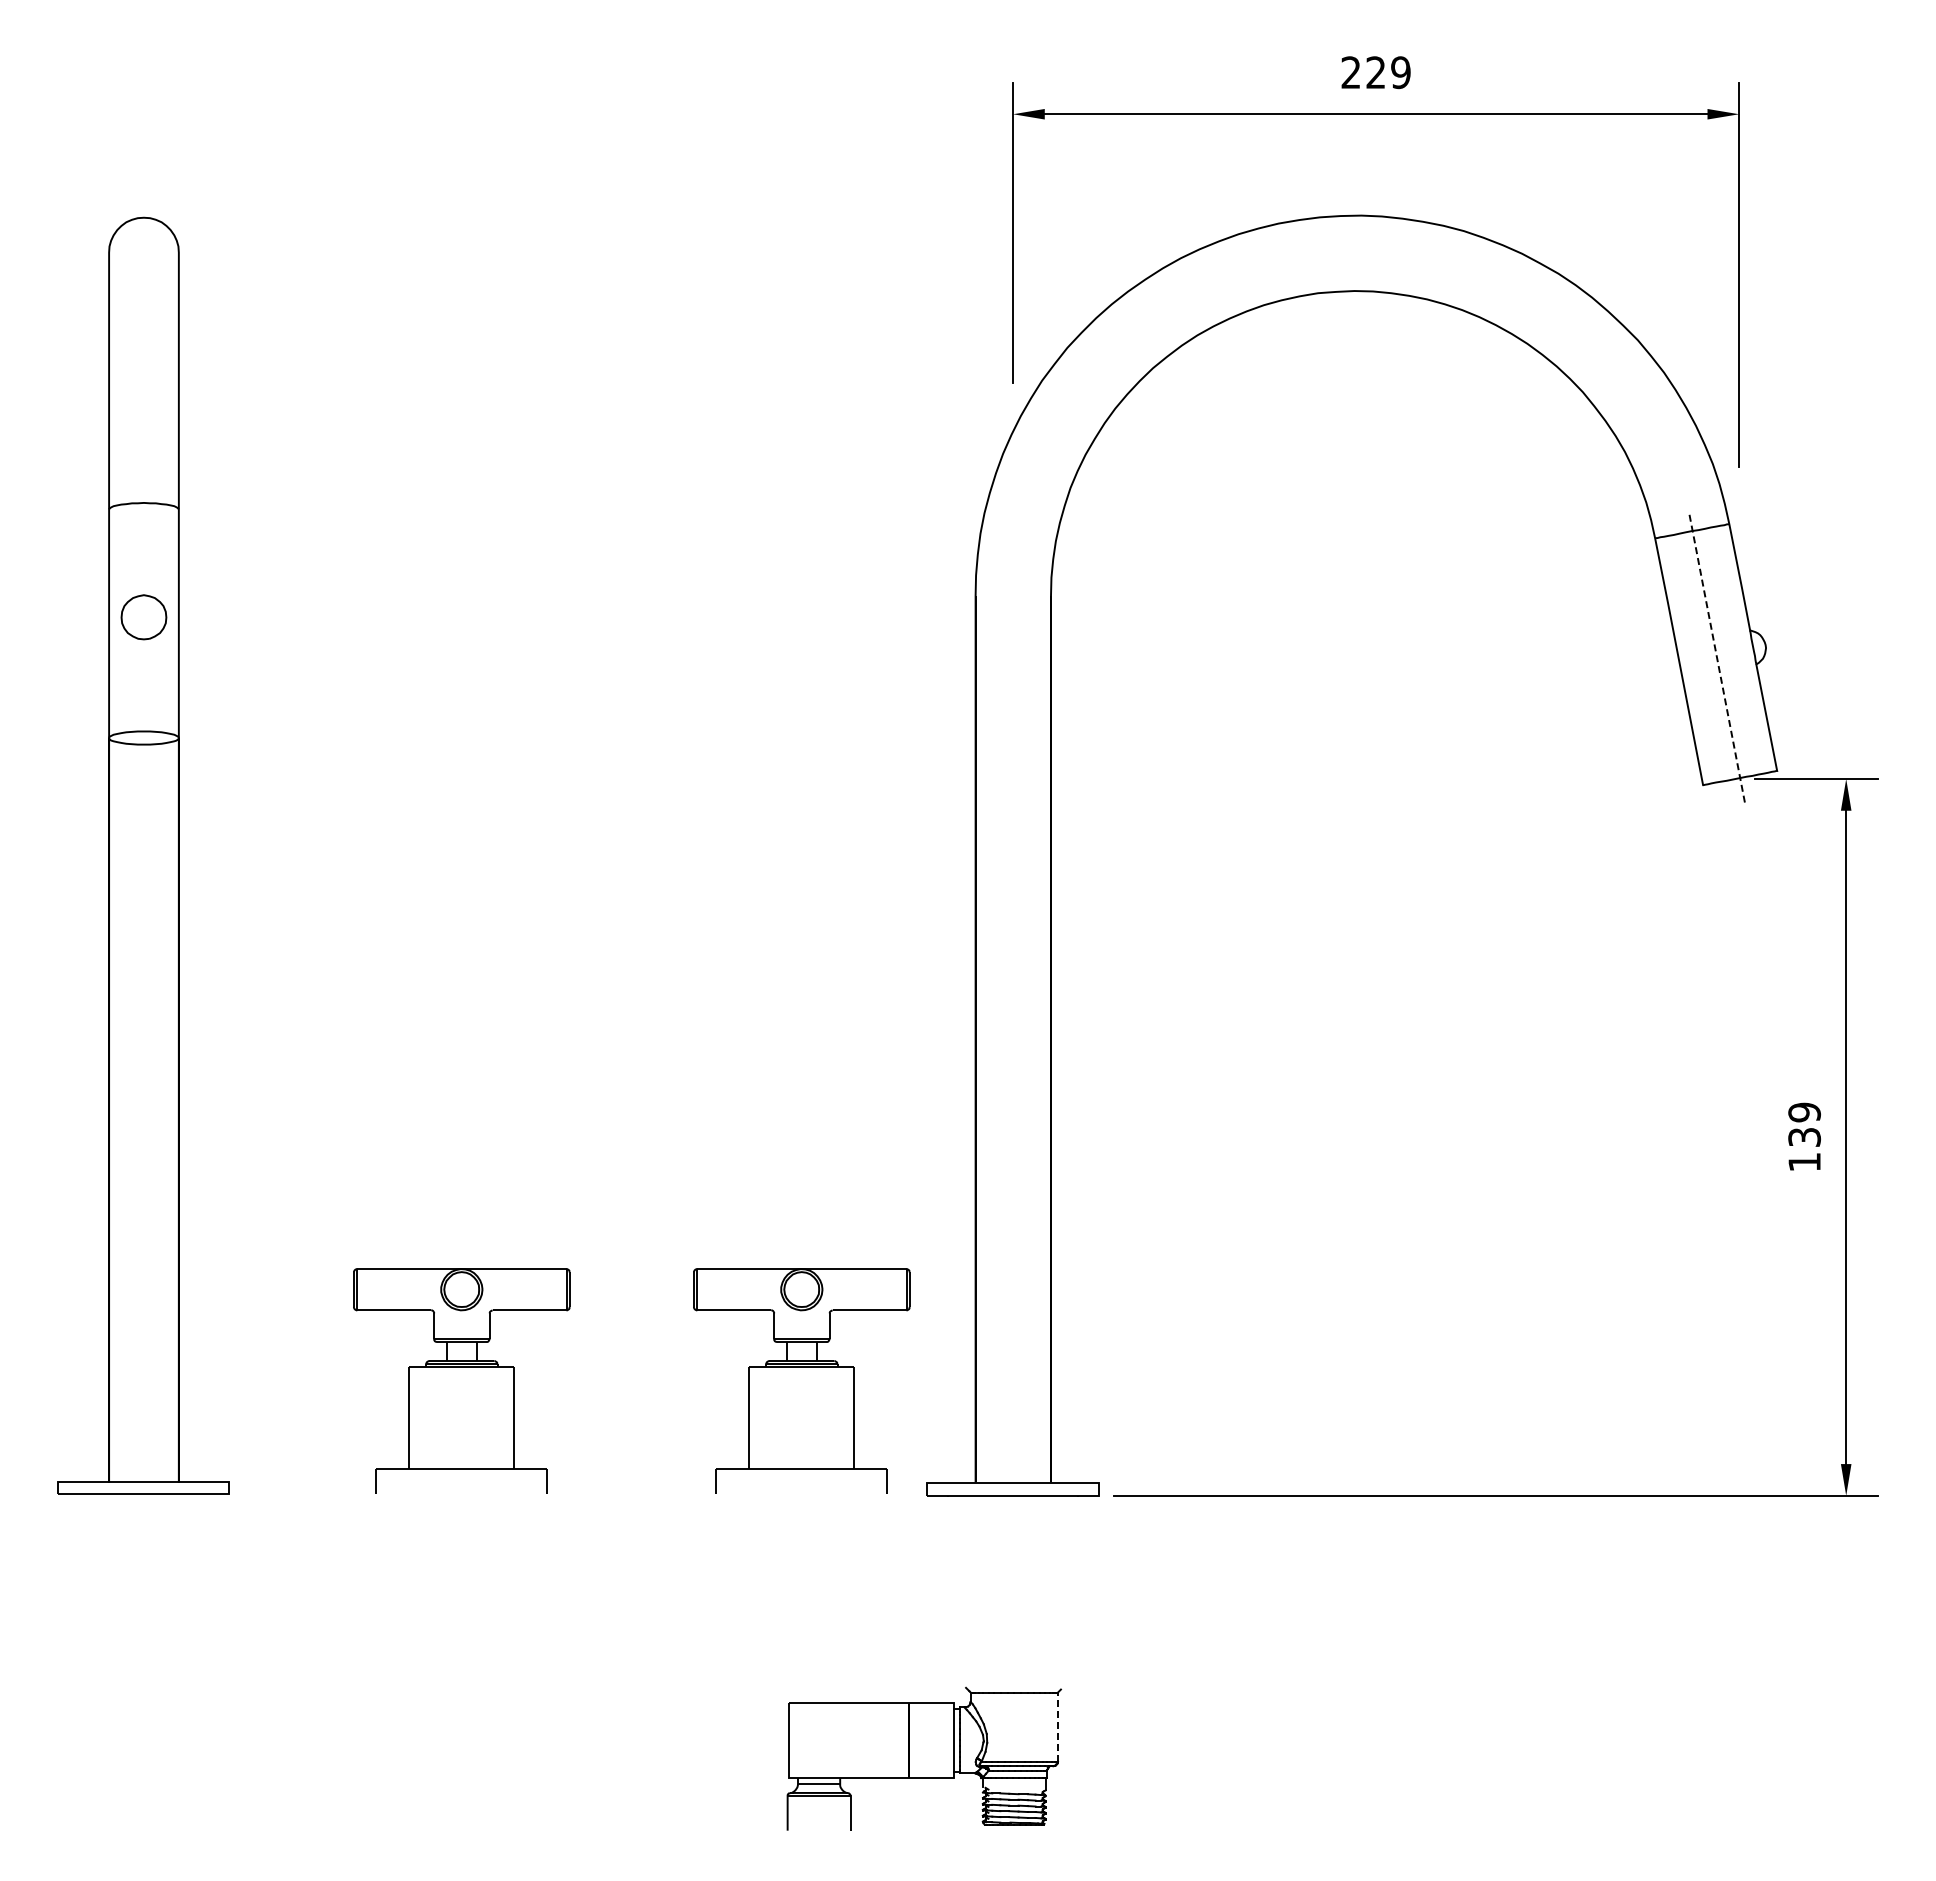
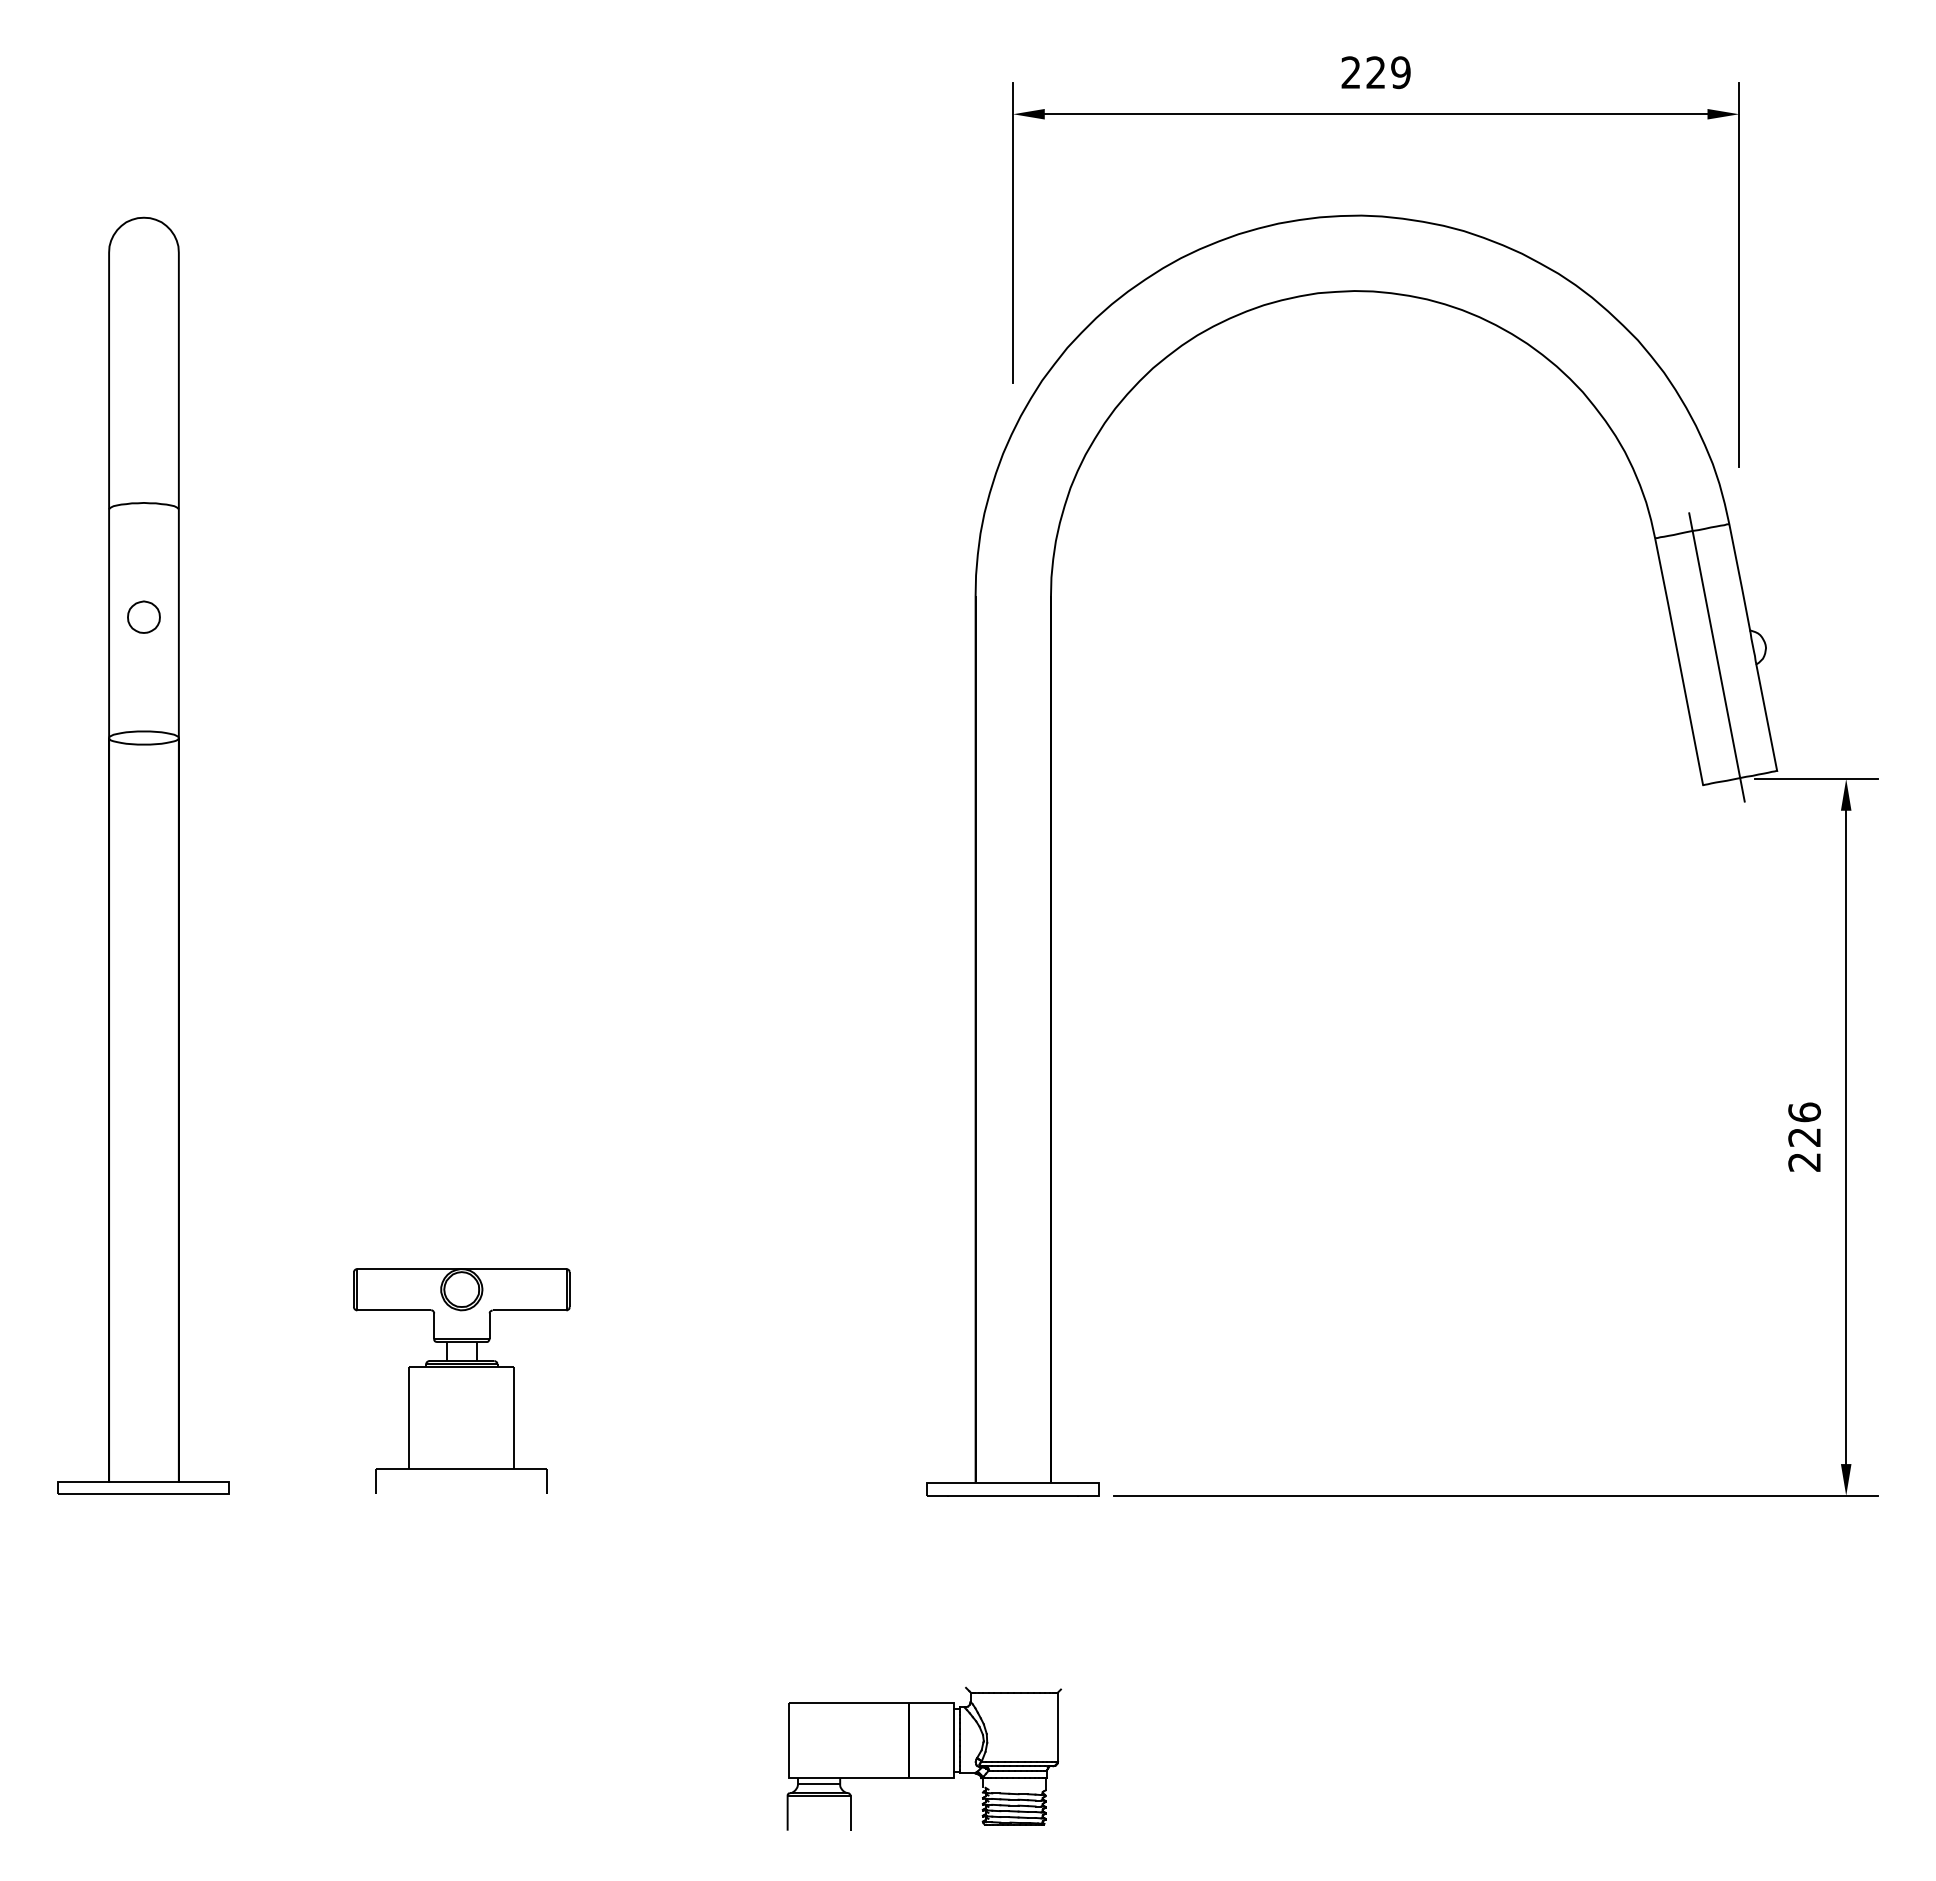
part at (143, 617) size: 48x47 px -> 34x34 px
line at (1716, 657): dashed -> solid
text at (1804, 1136): 139 -> 226
part at (801, 1380): present -> none
line at (1058, 1727): dashed -> solid
